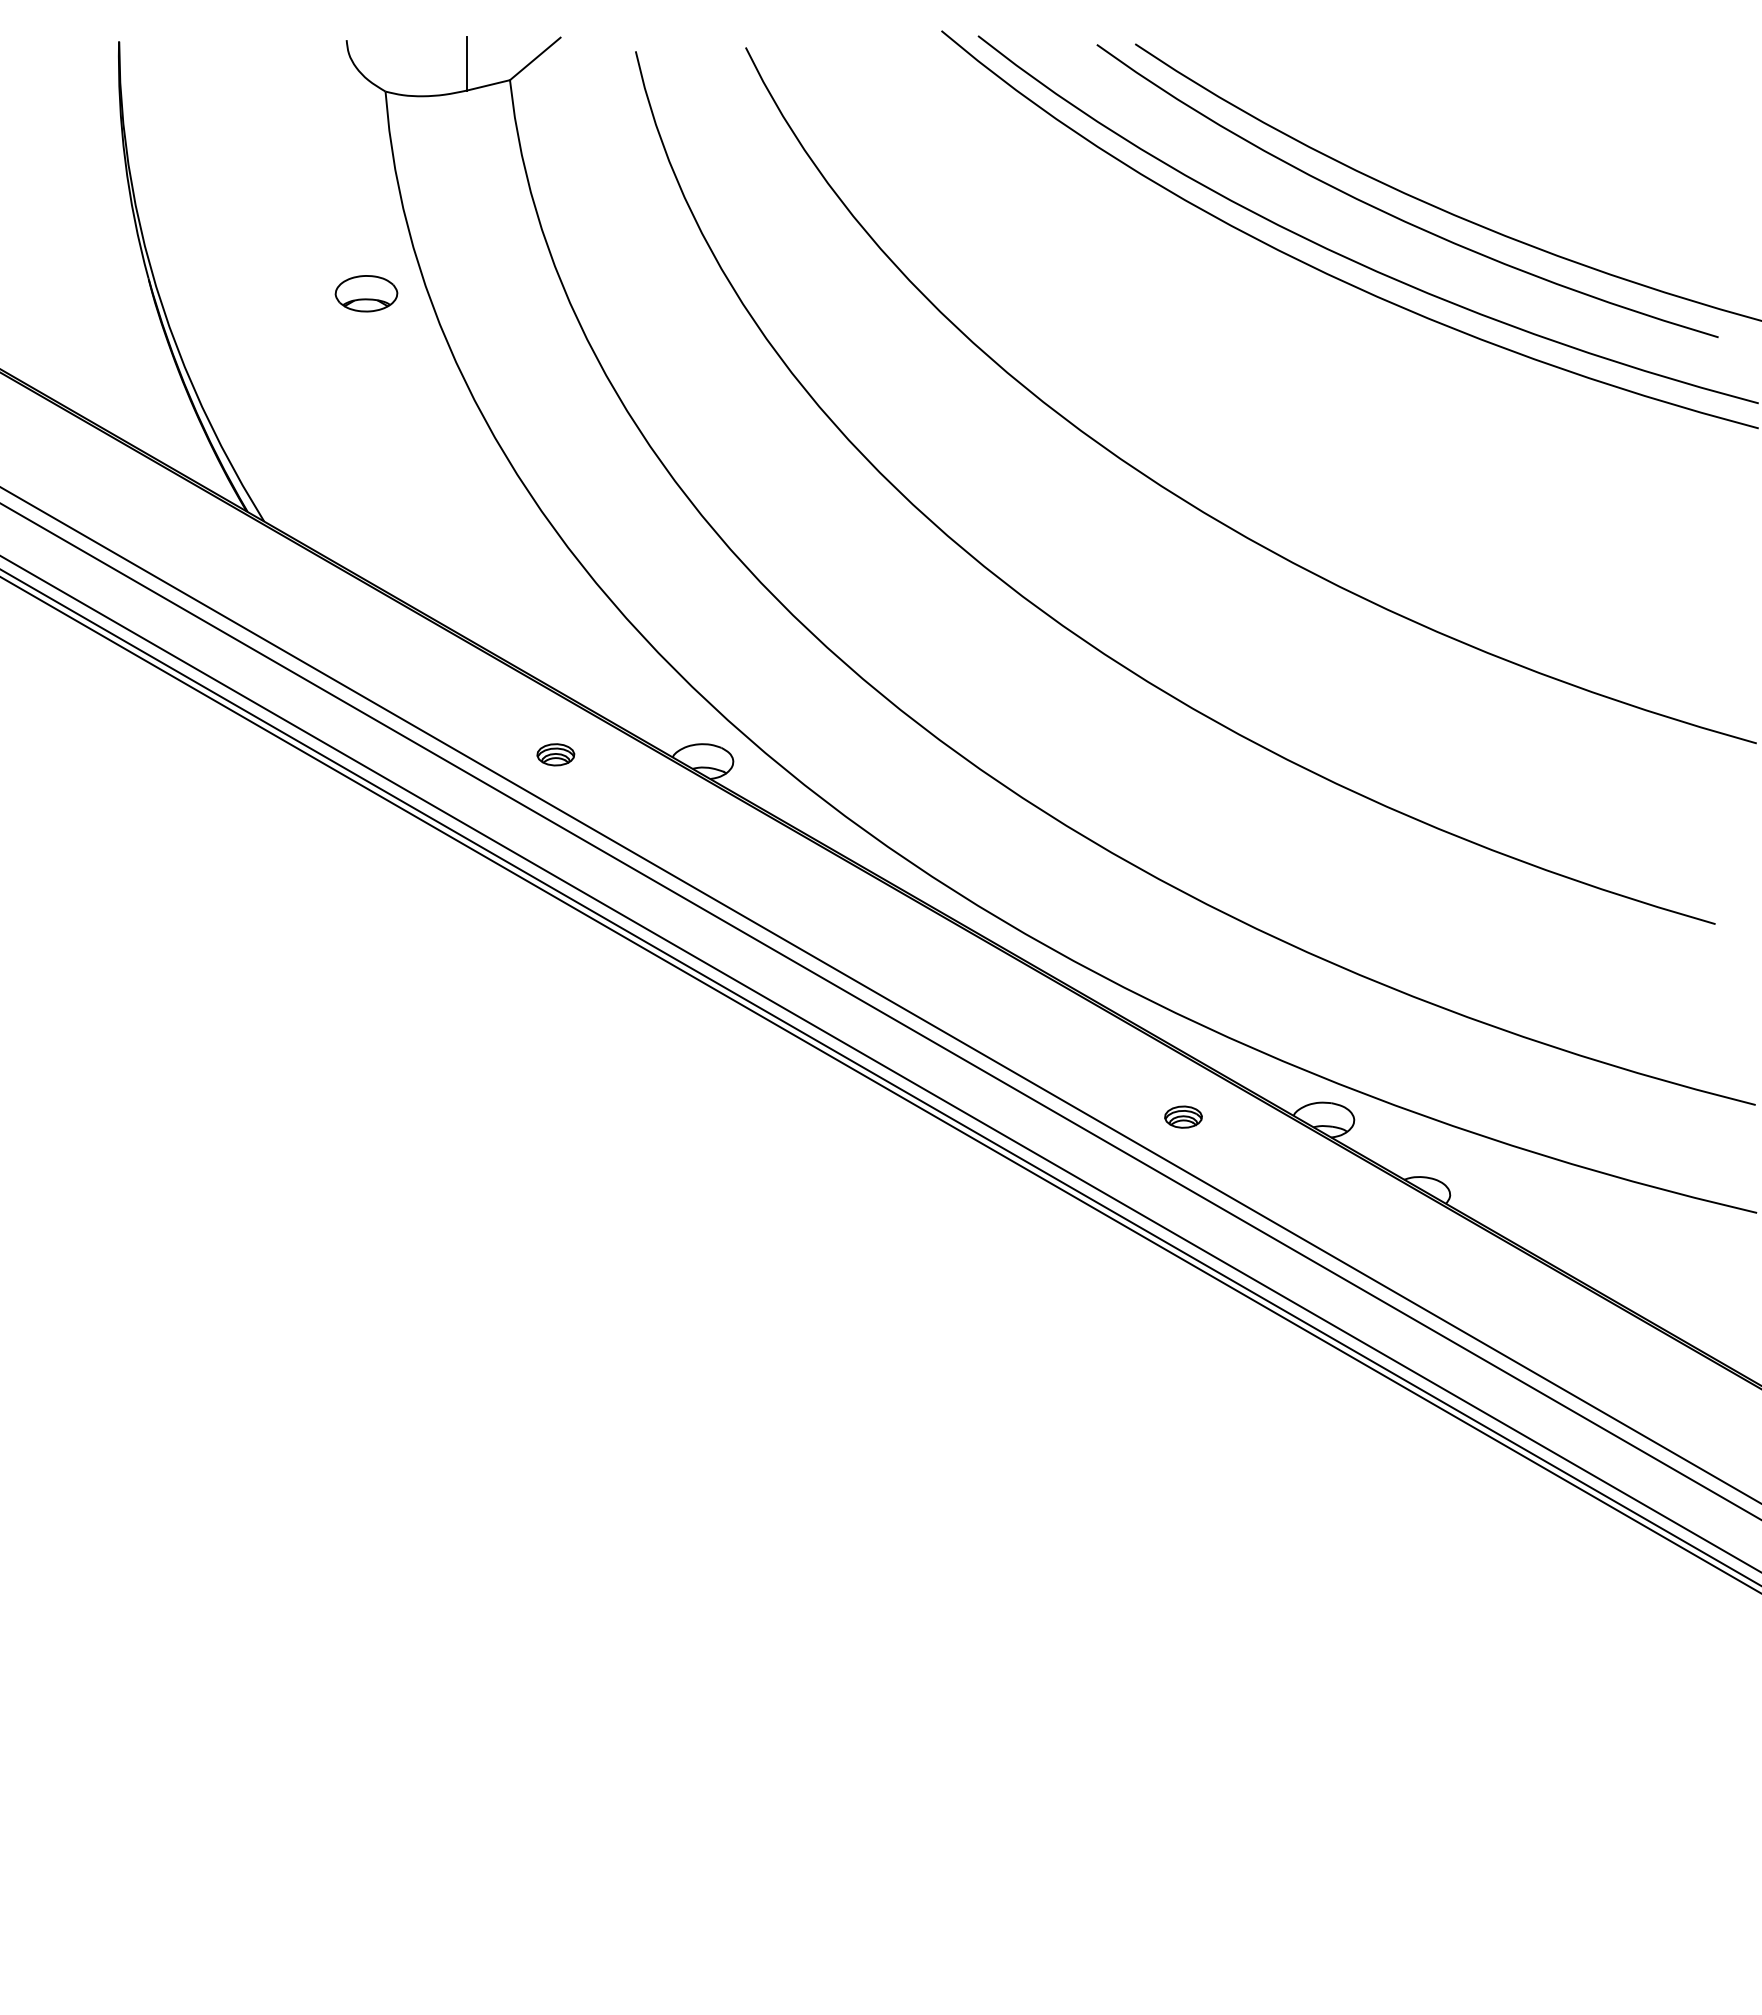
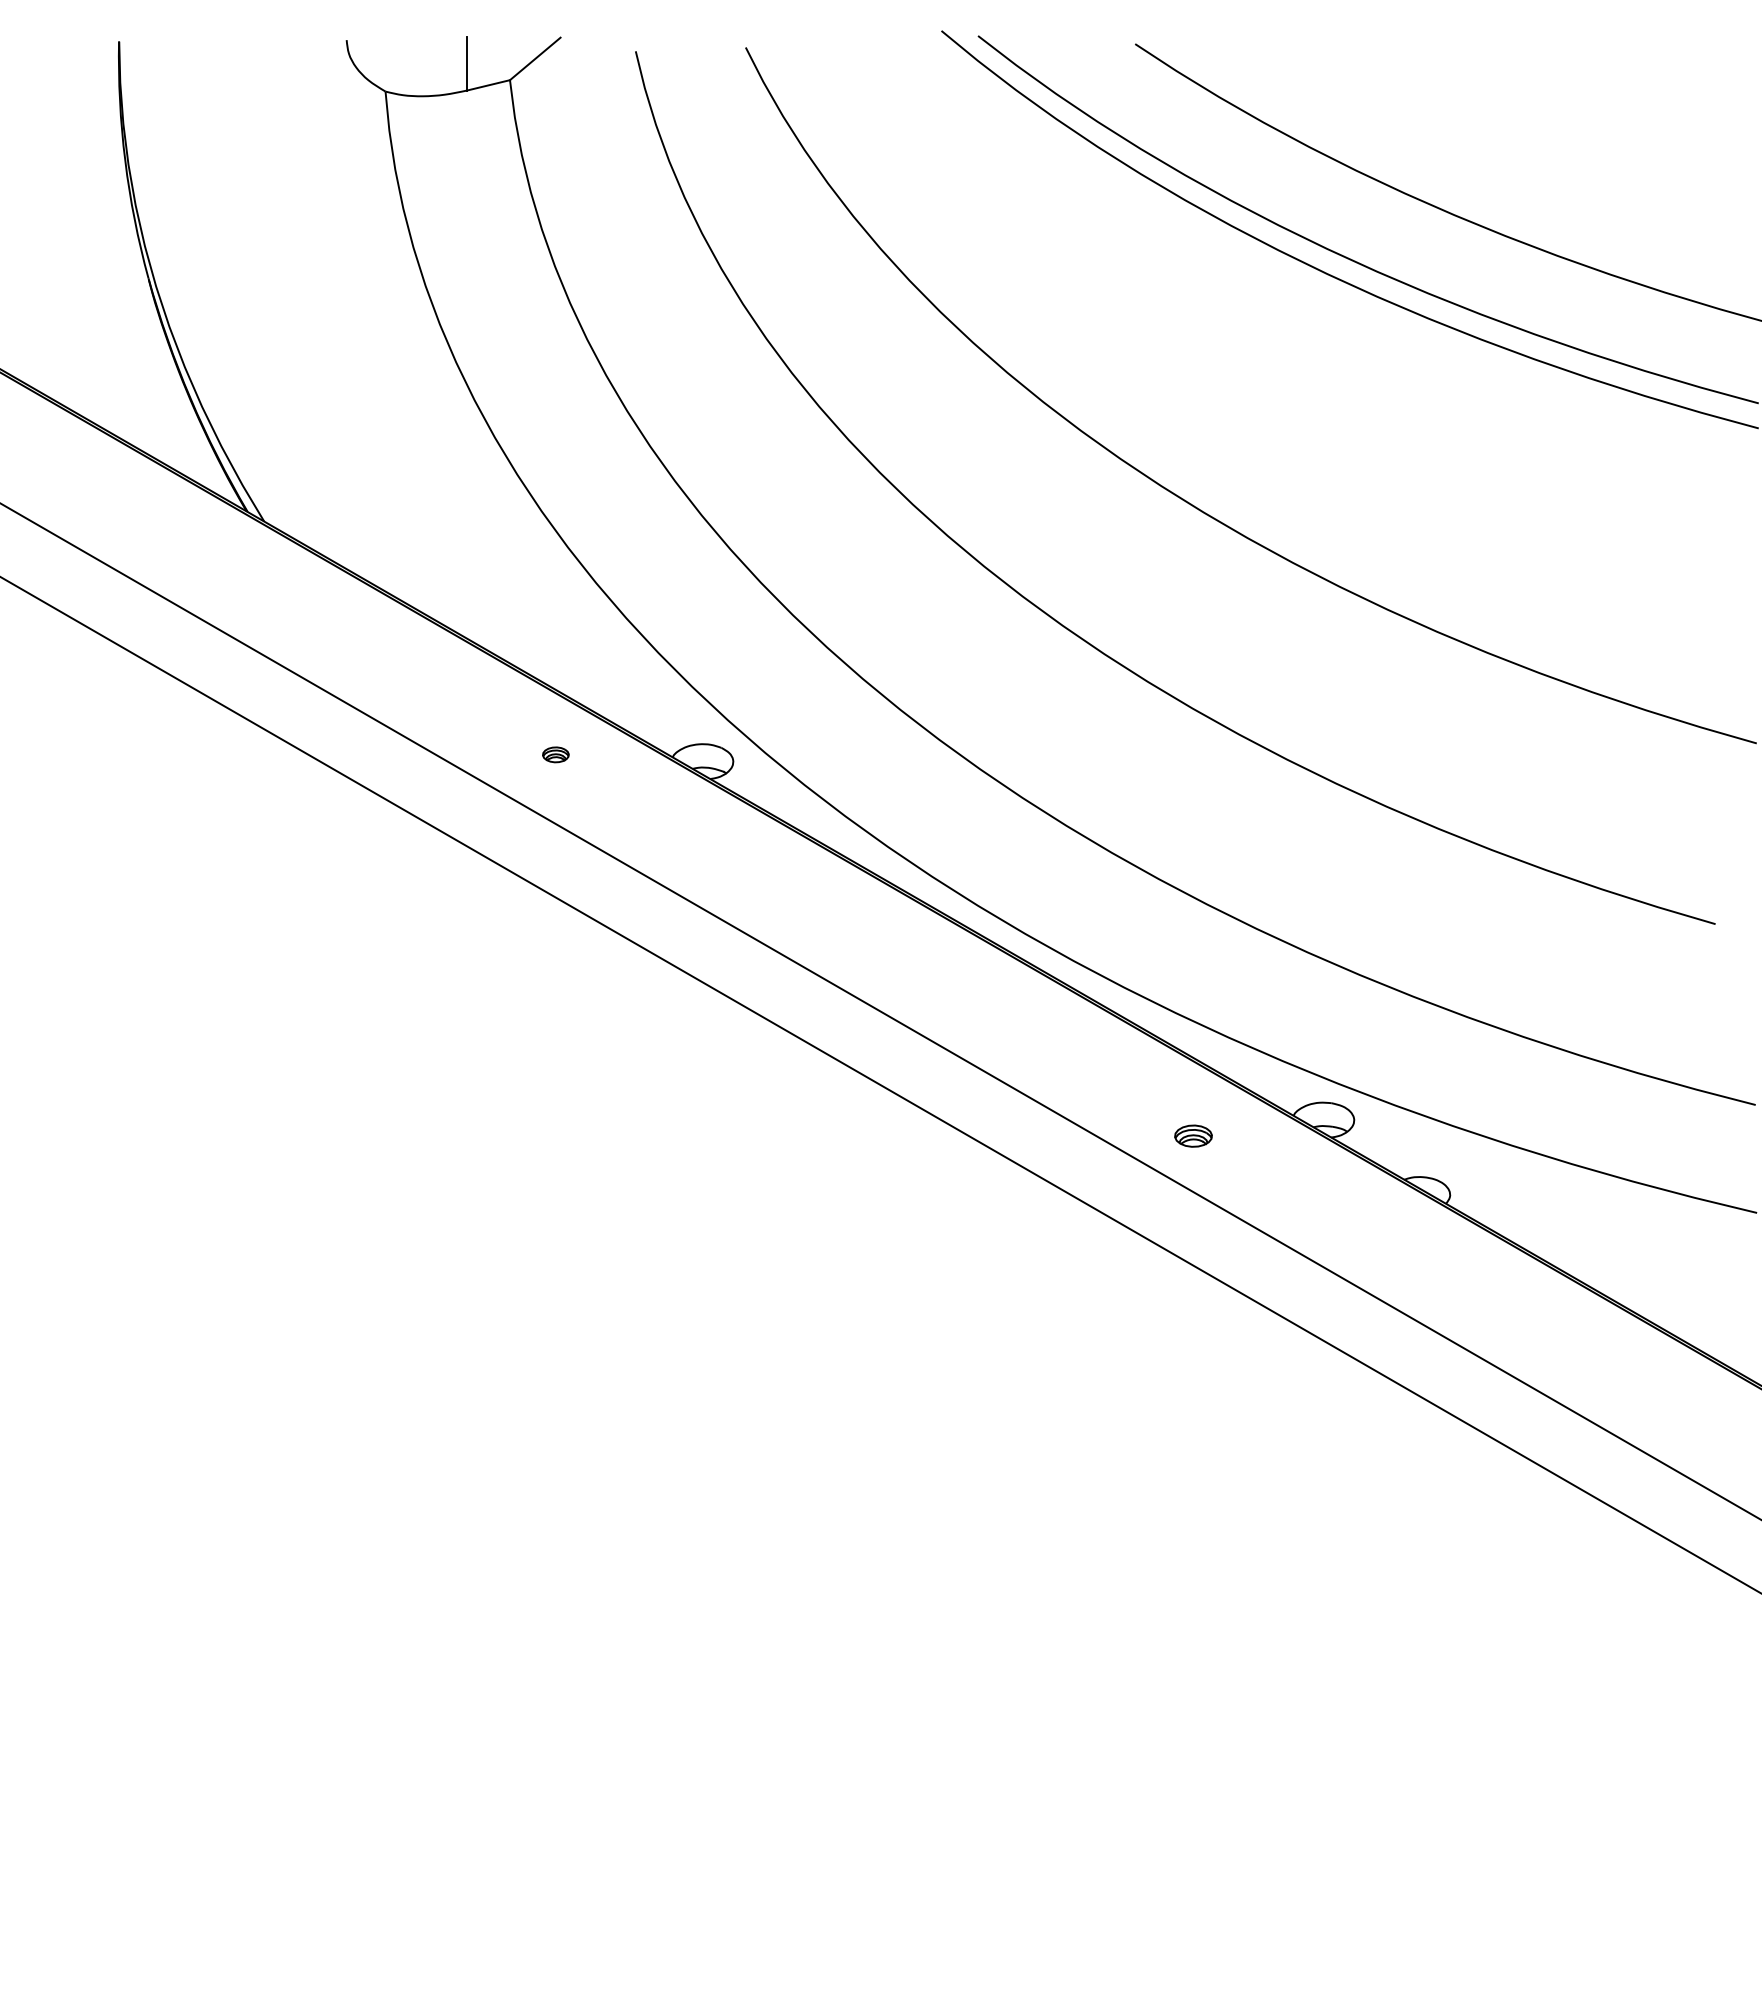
curve at (1394, 215): present -> none
part at (366, 293): present -> none
part at (555, 754) size: 40x24 px -> 28x18 px
line at (880, 995): present -> none
line at (880, 1063): present -> none
line at (880, 1077): present -> none
part at (1183, 1116) position: (1183, 1116) -> (1193, 1135)
